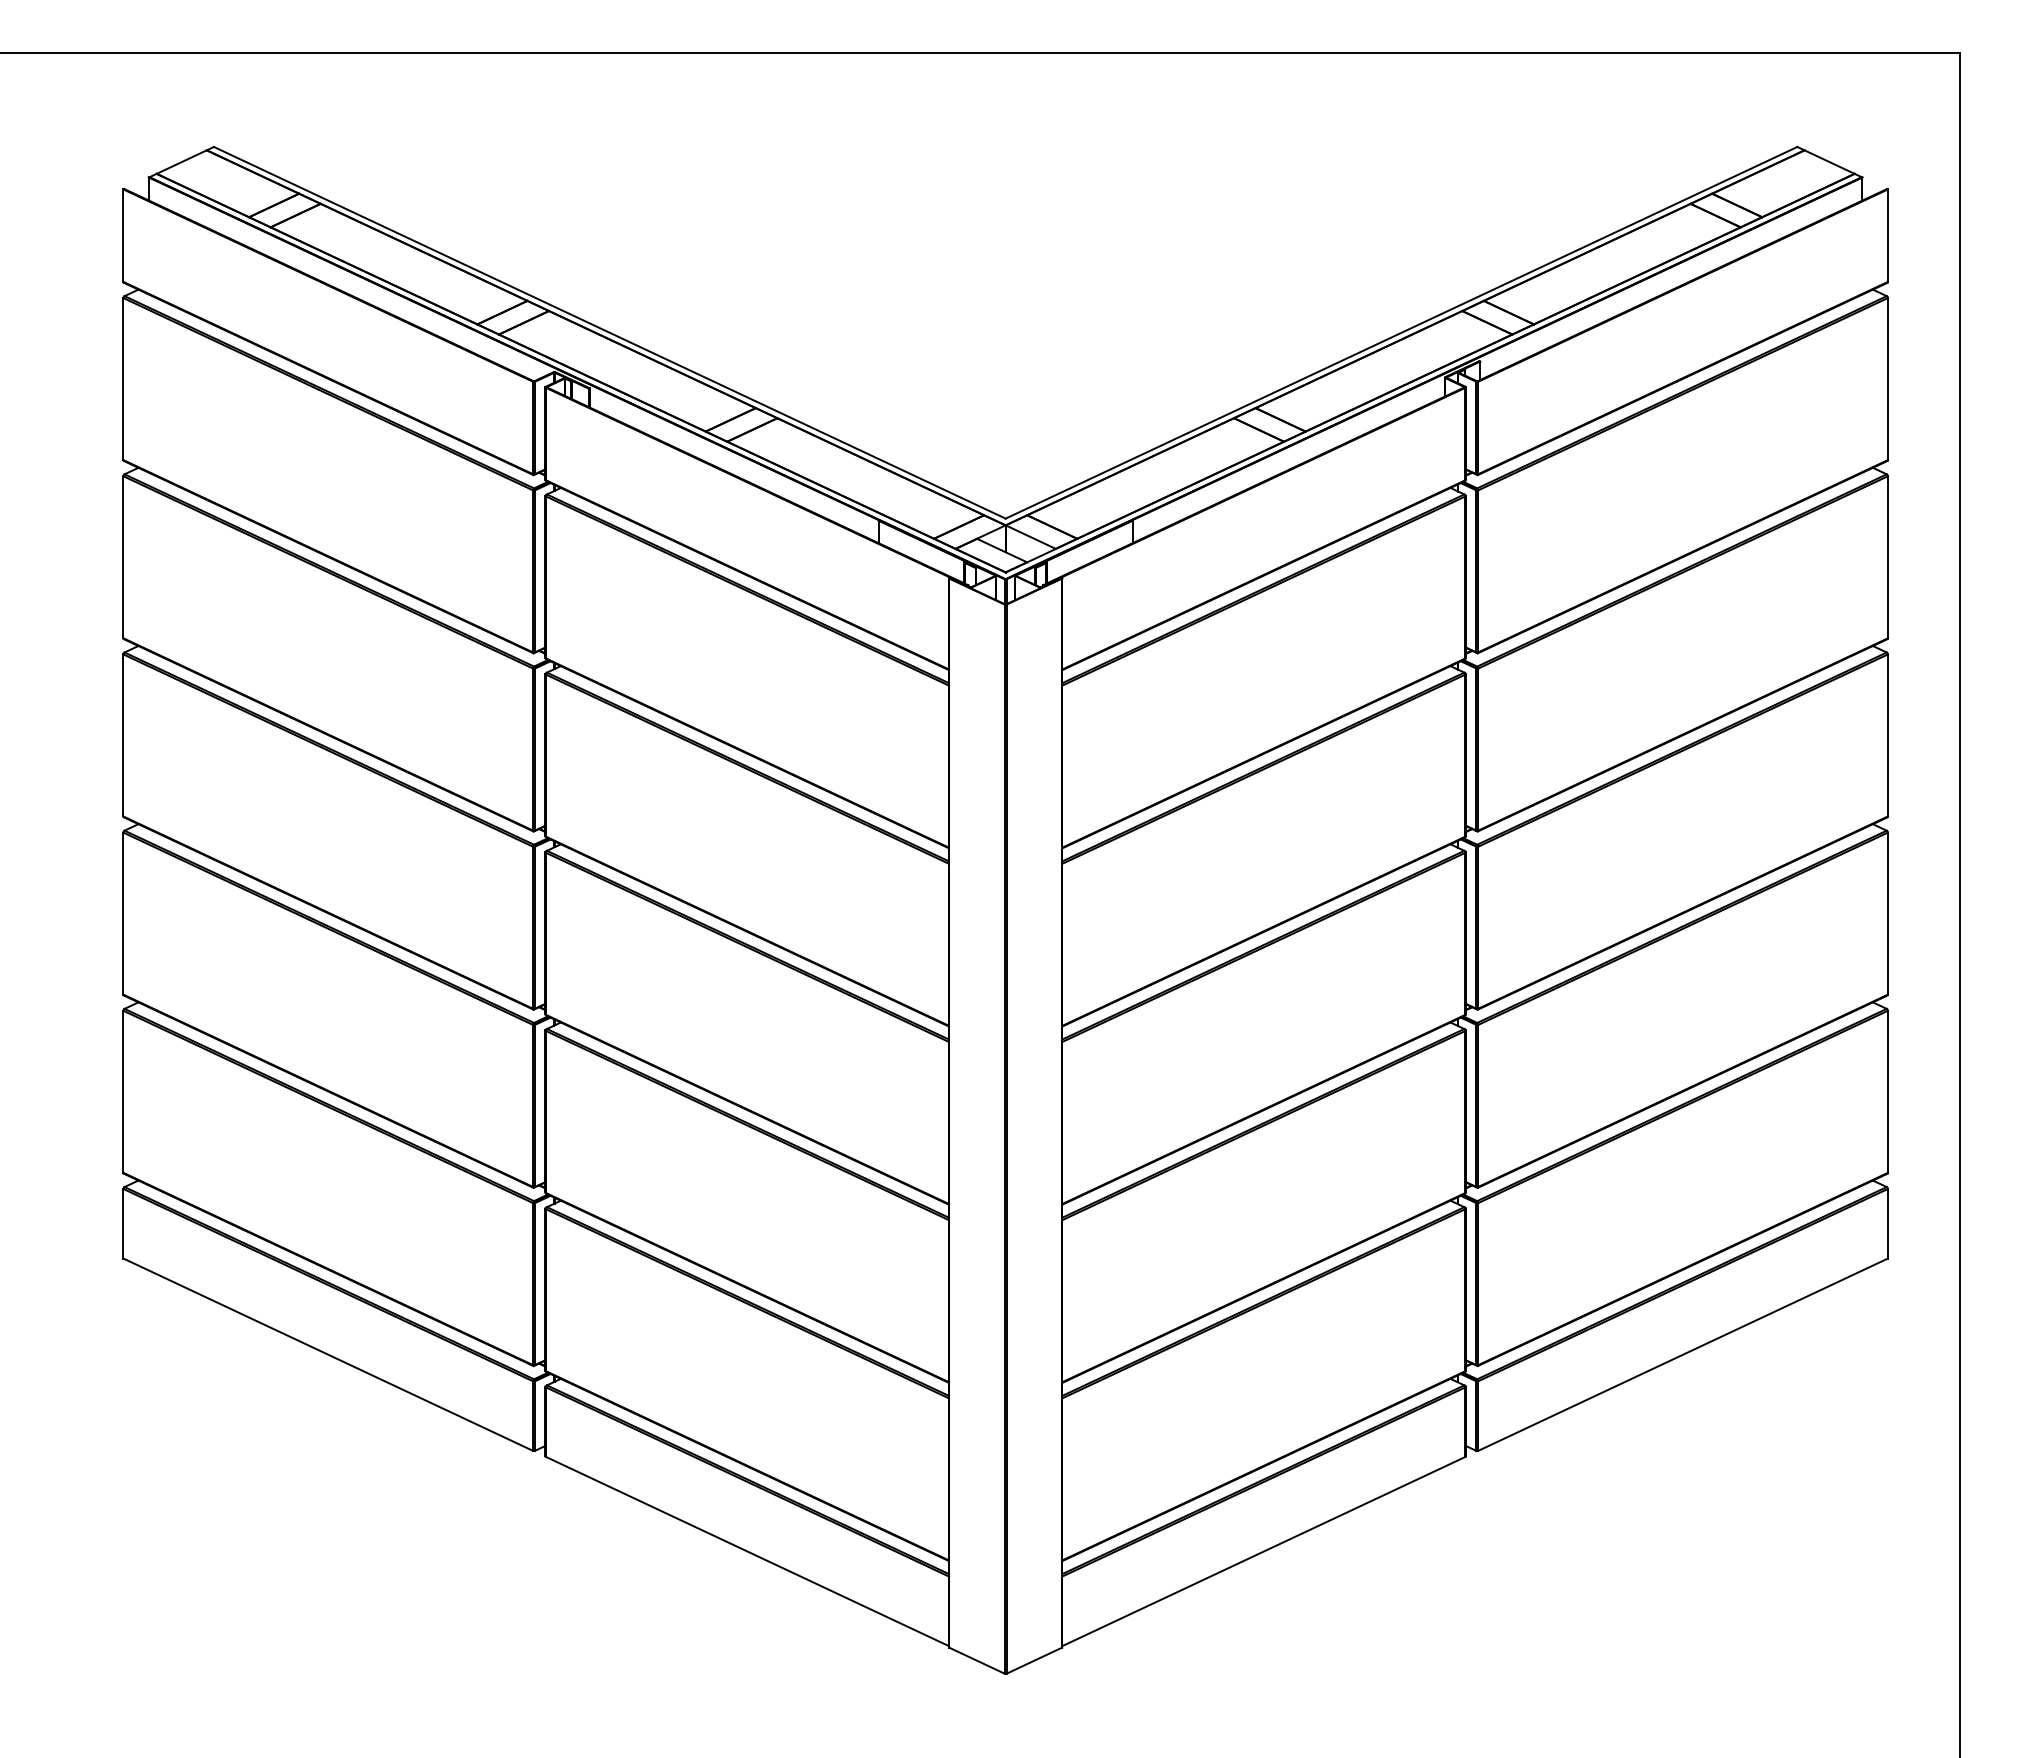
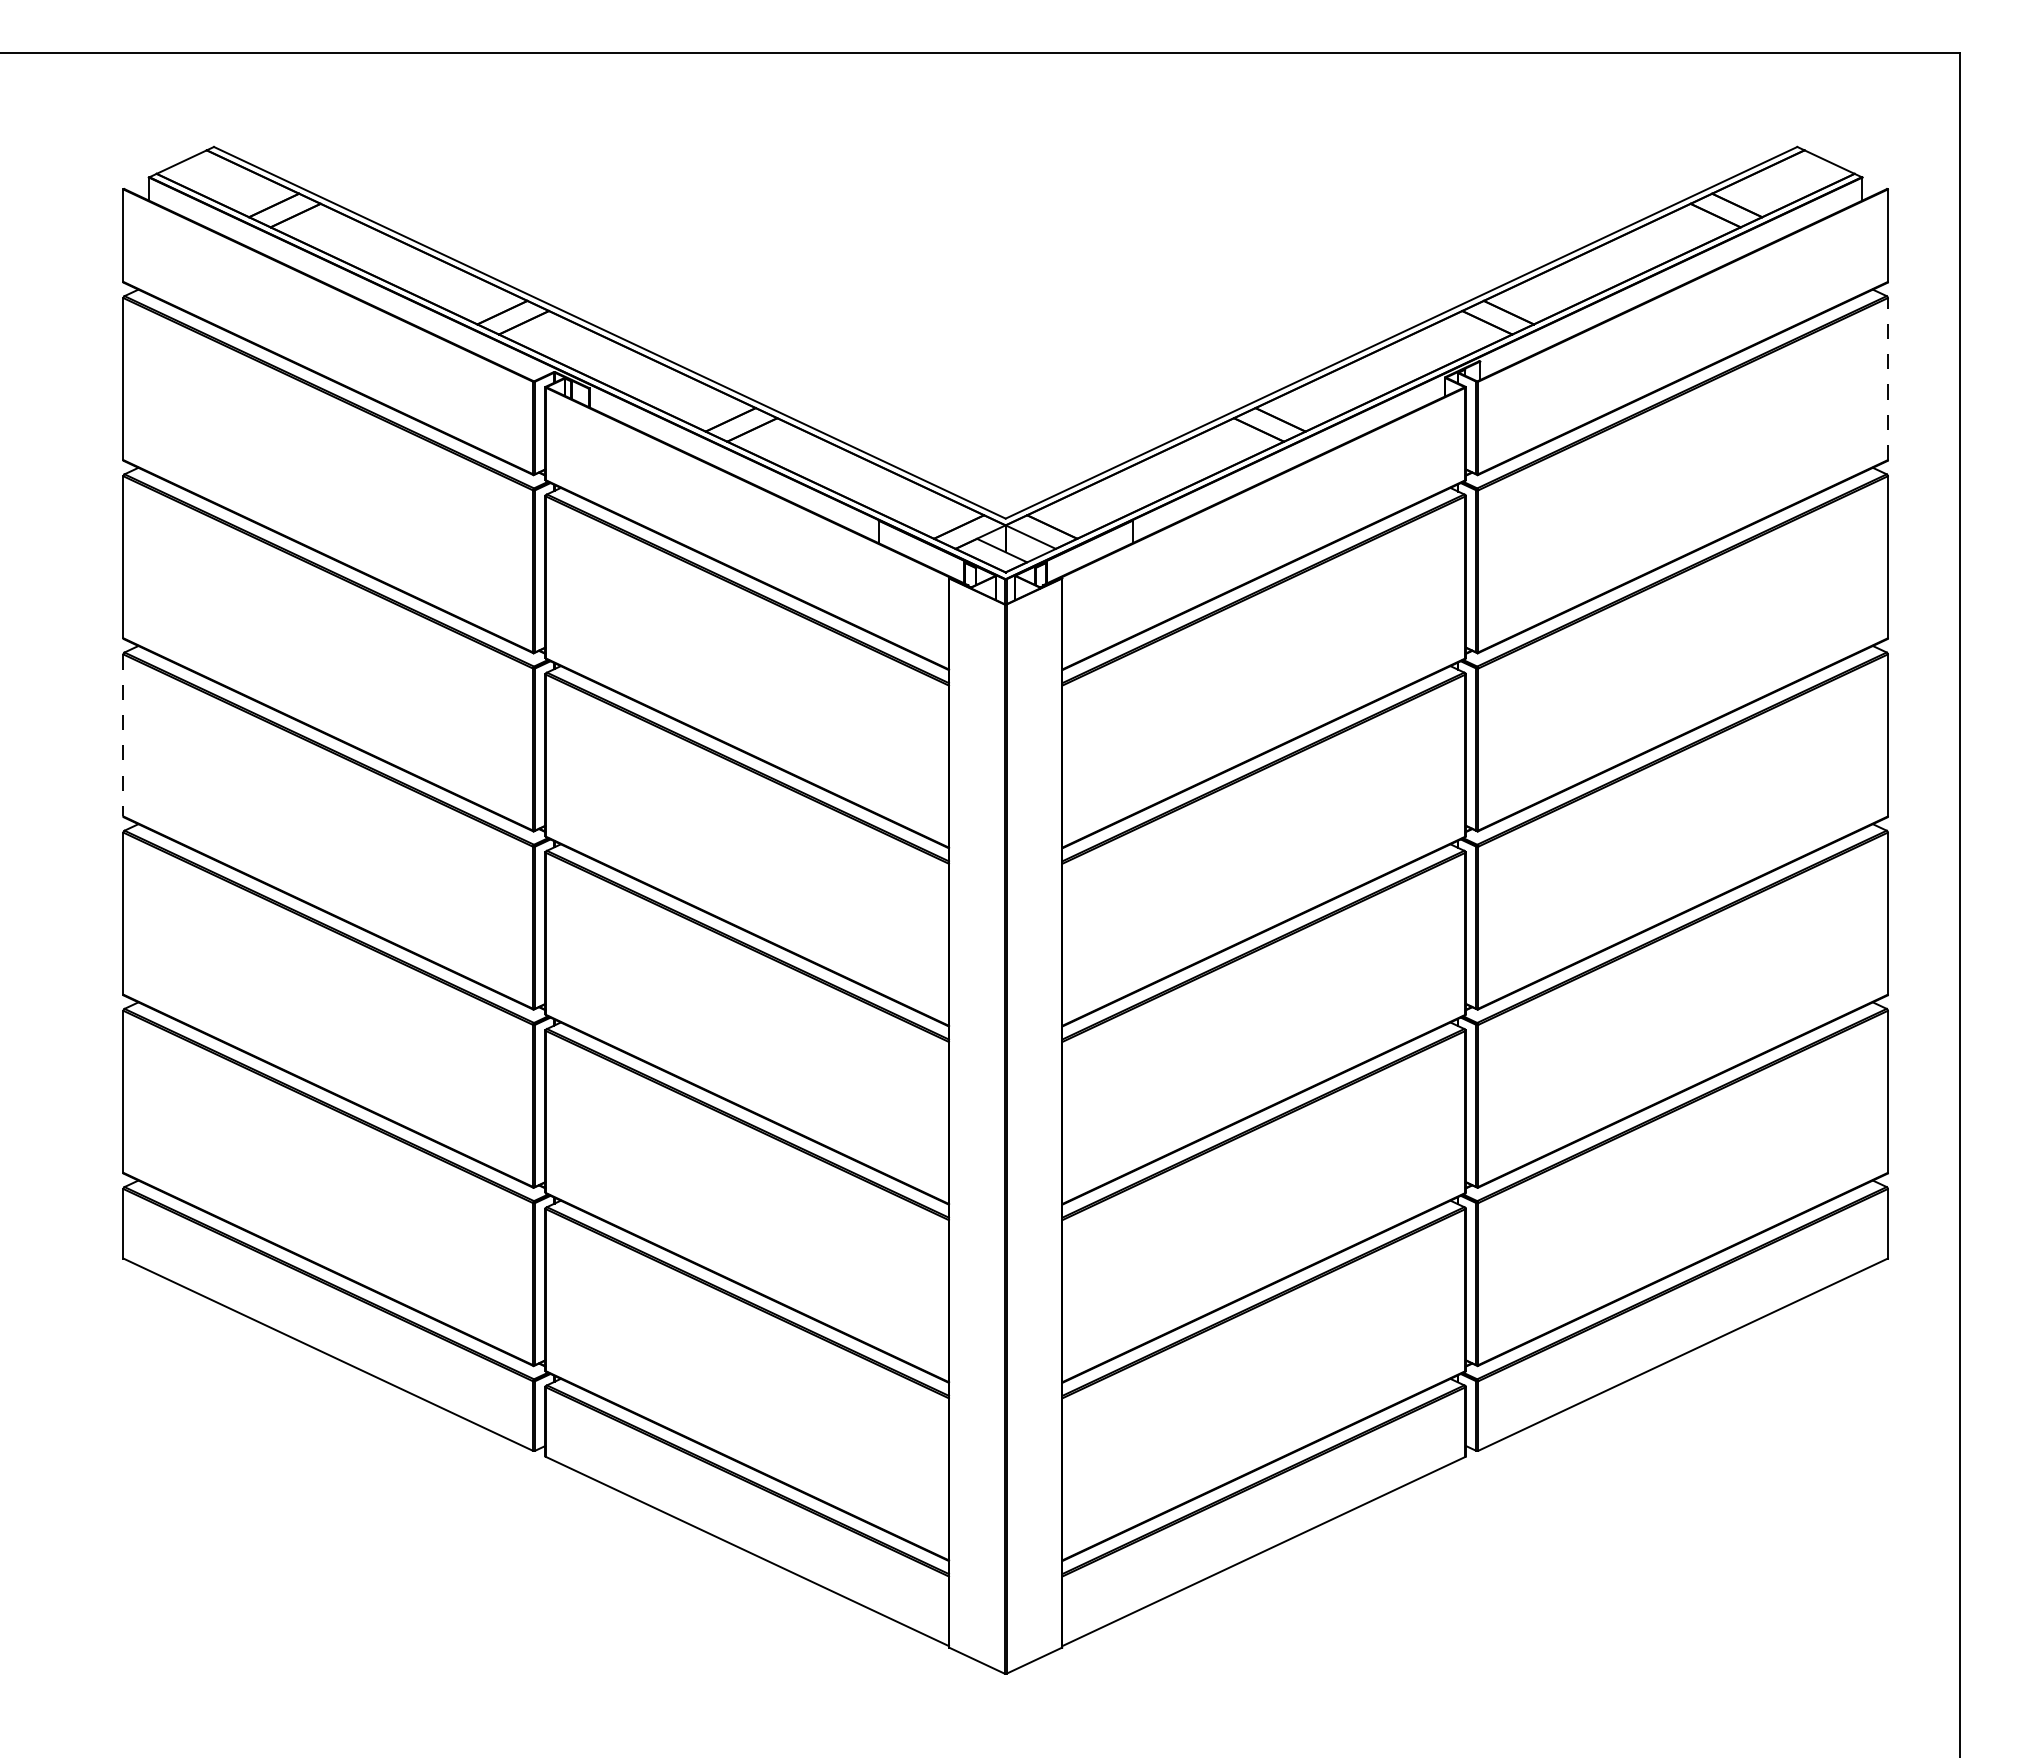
line at (1887, 378): solid -> dashed
line at (123, 735): solid -> dashed
